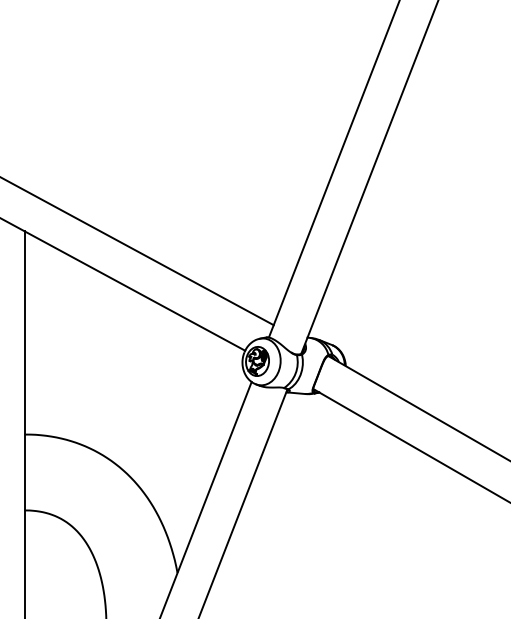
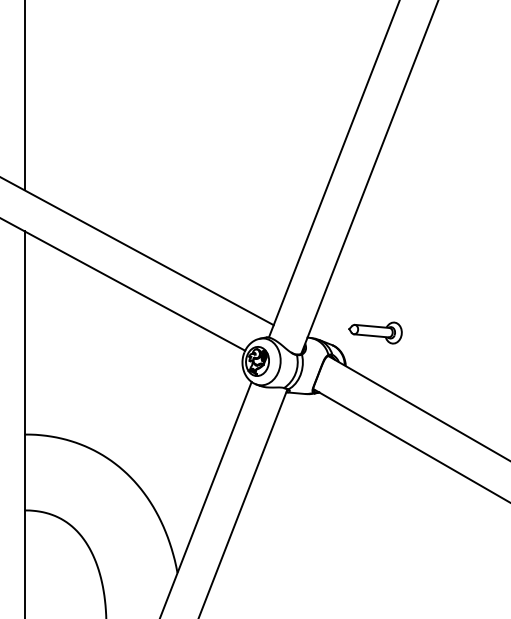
line at (24, 96): none -> present
part at (375, 332): none -> present
